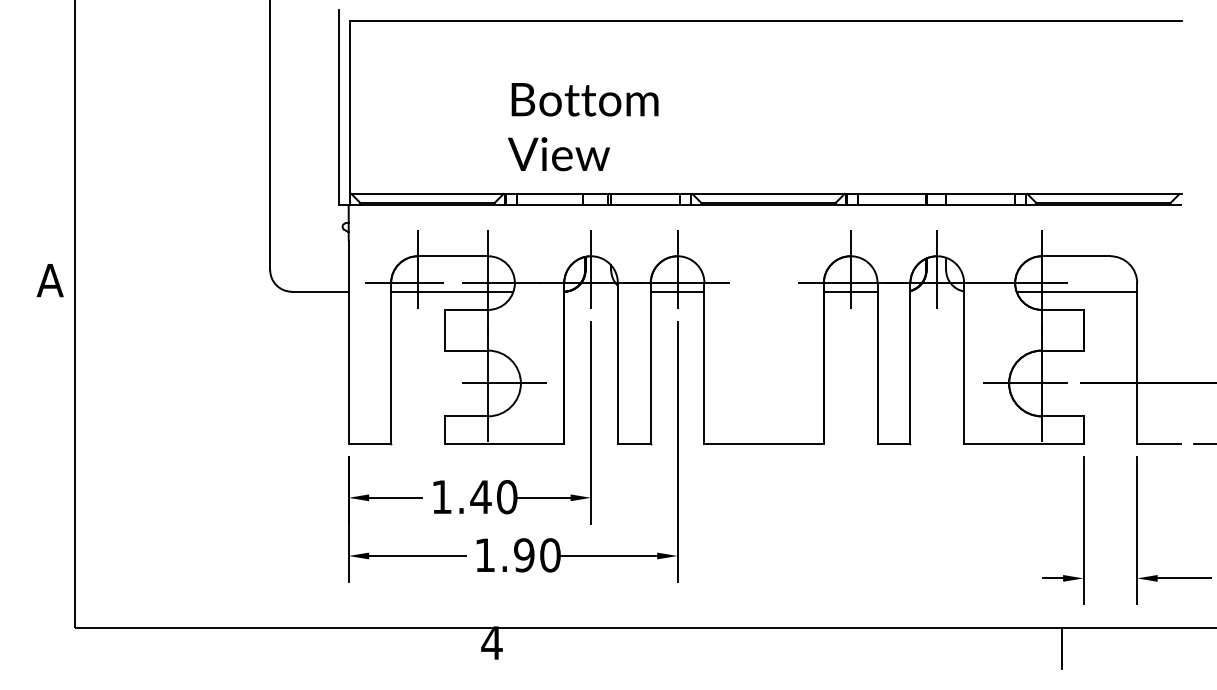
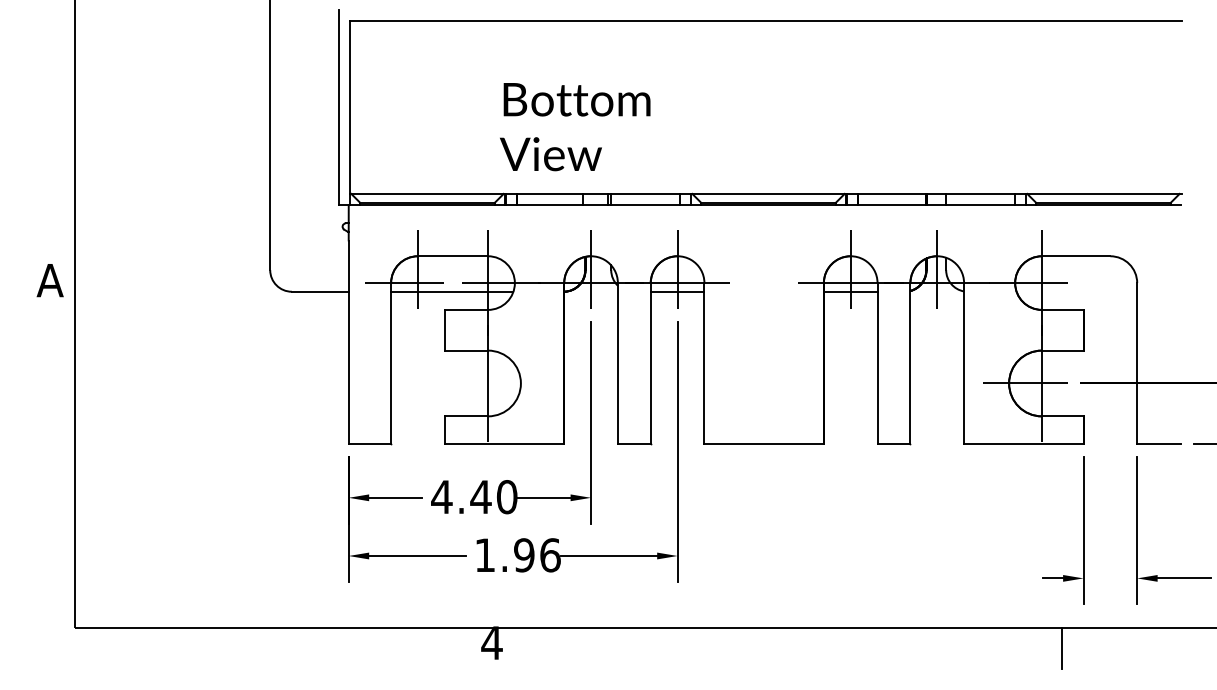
text at (583, 127) position: (583, 127) -> (575, 127)
line at (1076, 291): present -> none
line at (504, 383): present -> none
text at (441, 496): 1.40 -> 4.40
text at (550, 555): 1.90 -> 1.96
